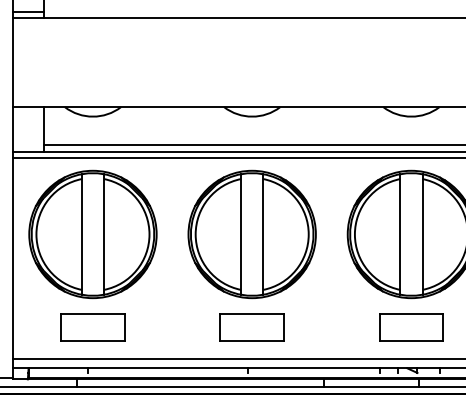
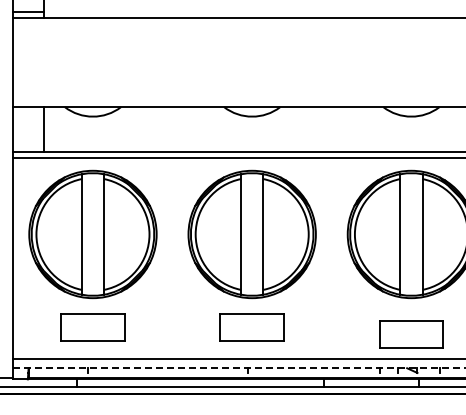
line at (252, 145): present -> none
part at (411, 327) position: (411, 327) -> (411, 334)
line at (239, 368): solid -> dashed
